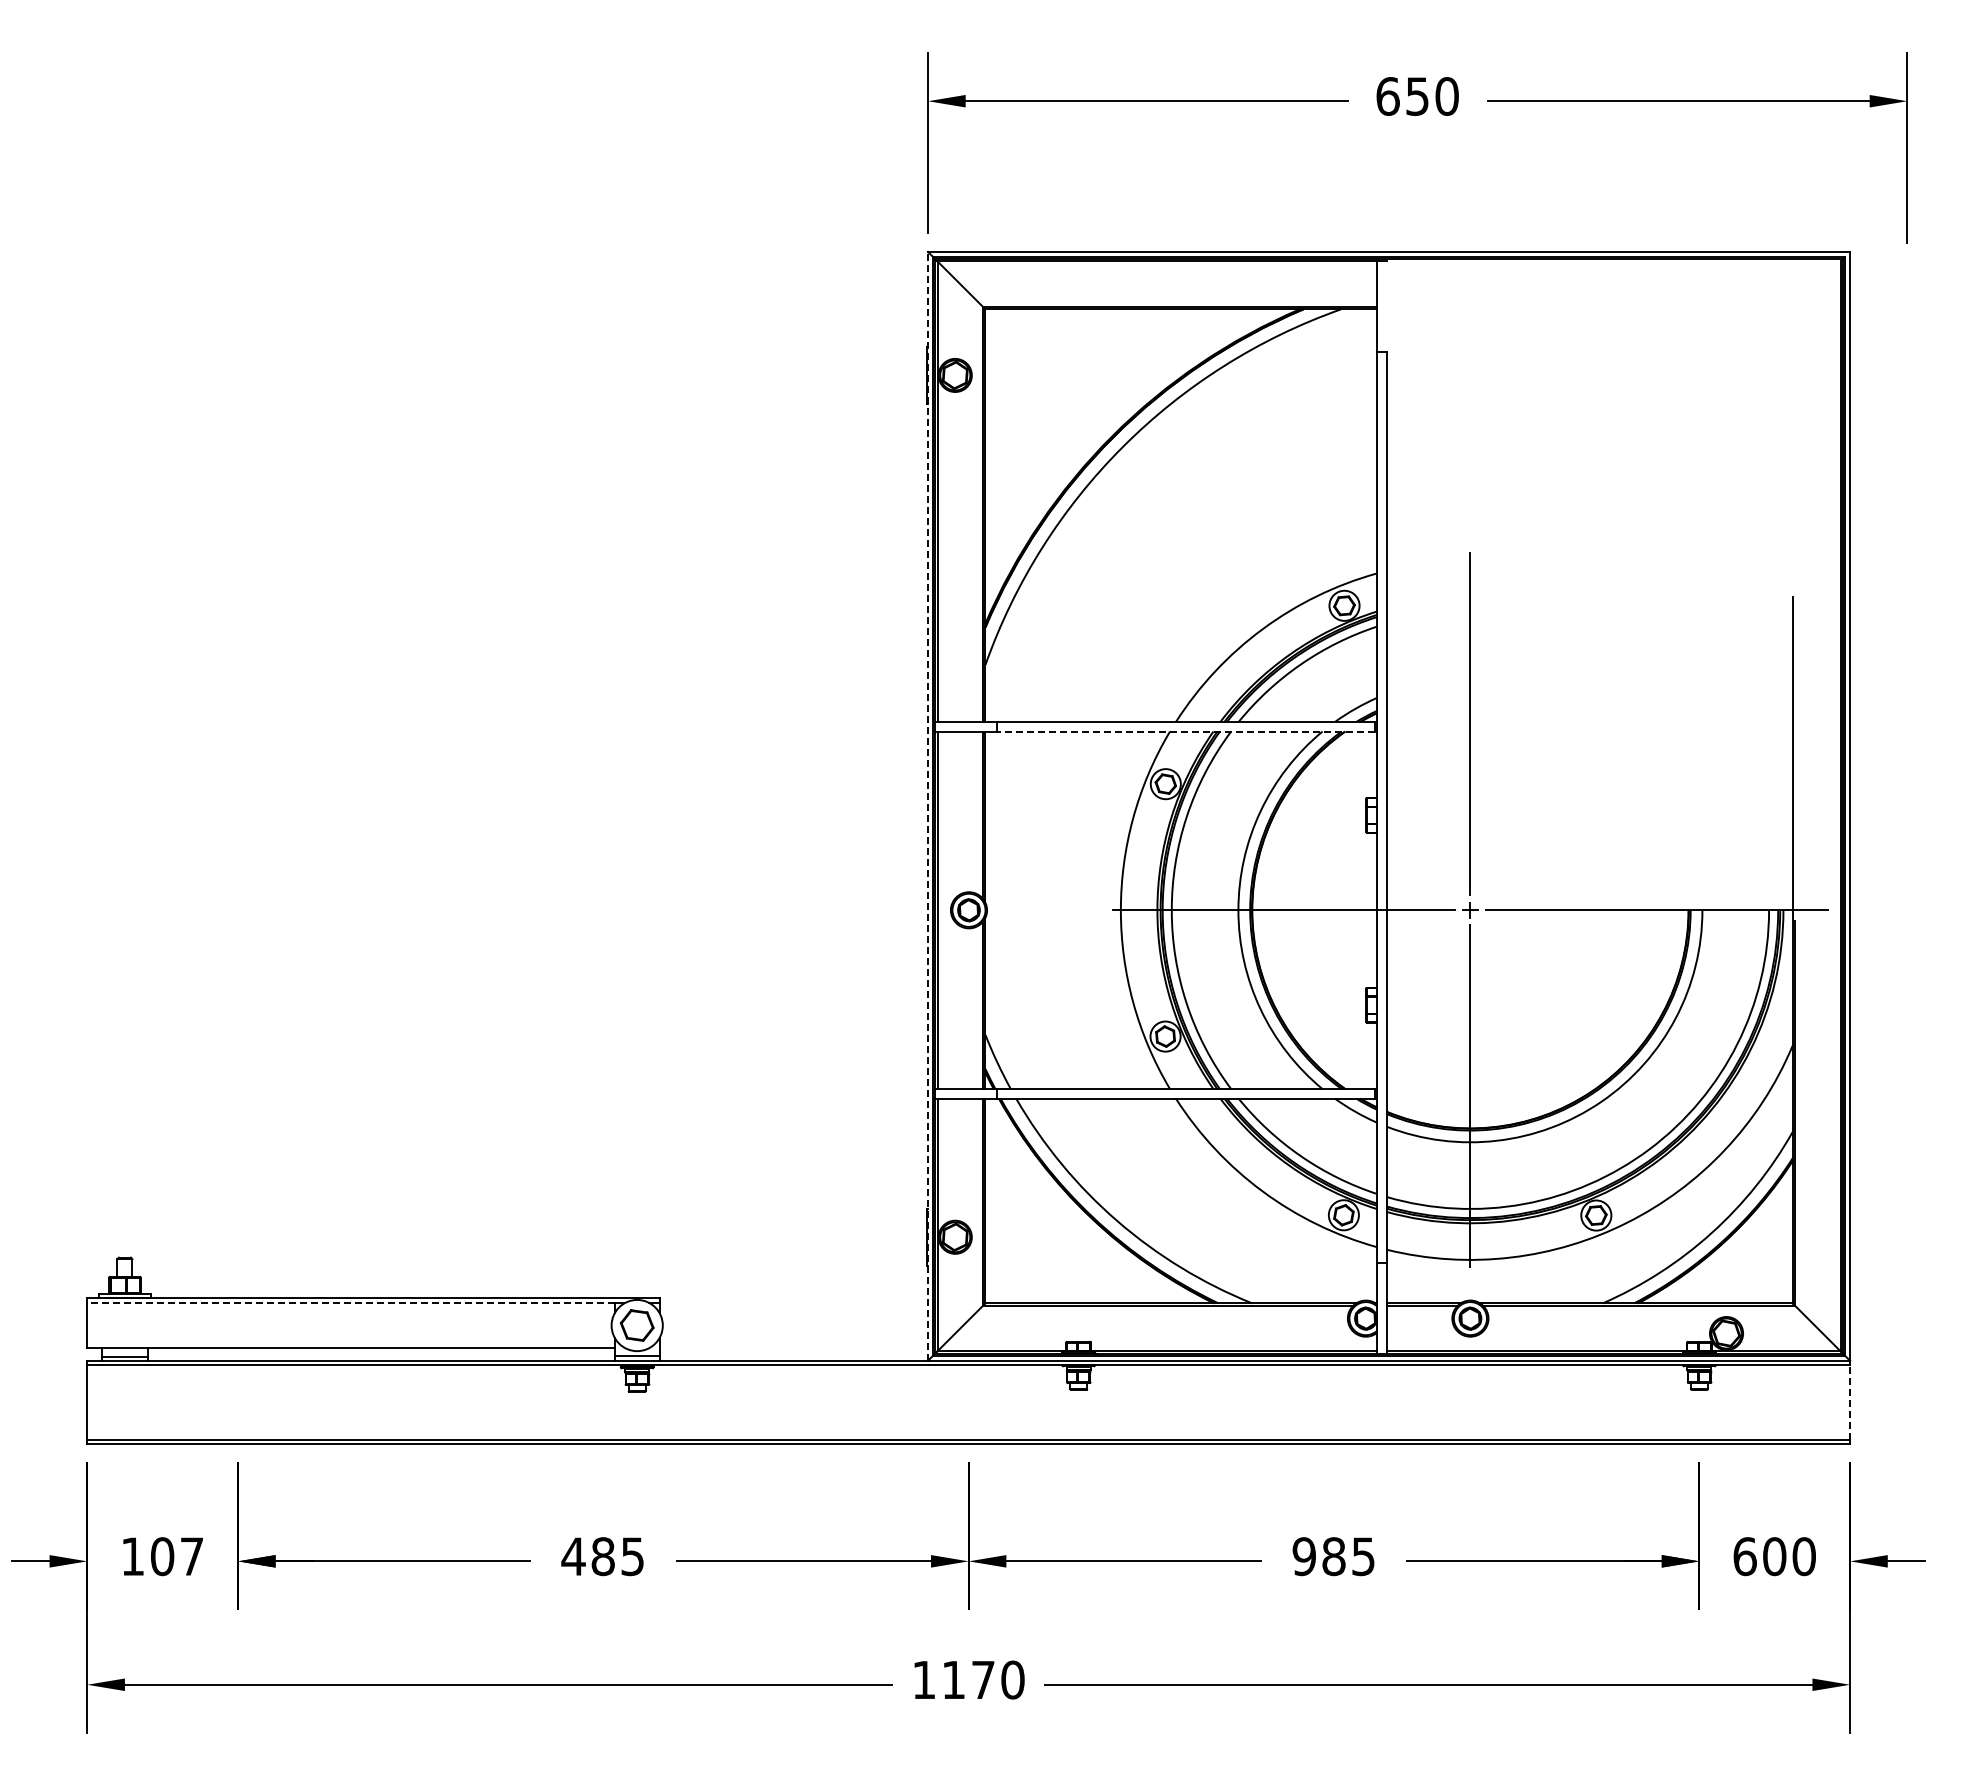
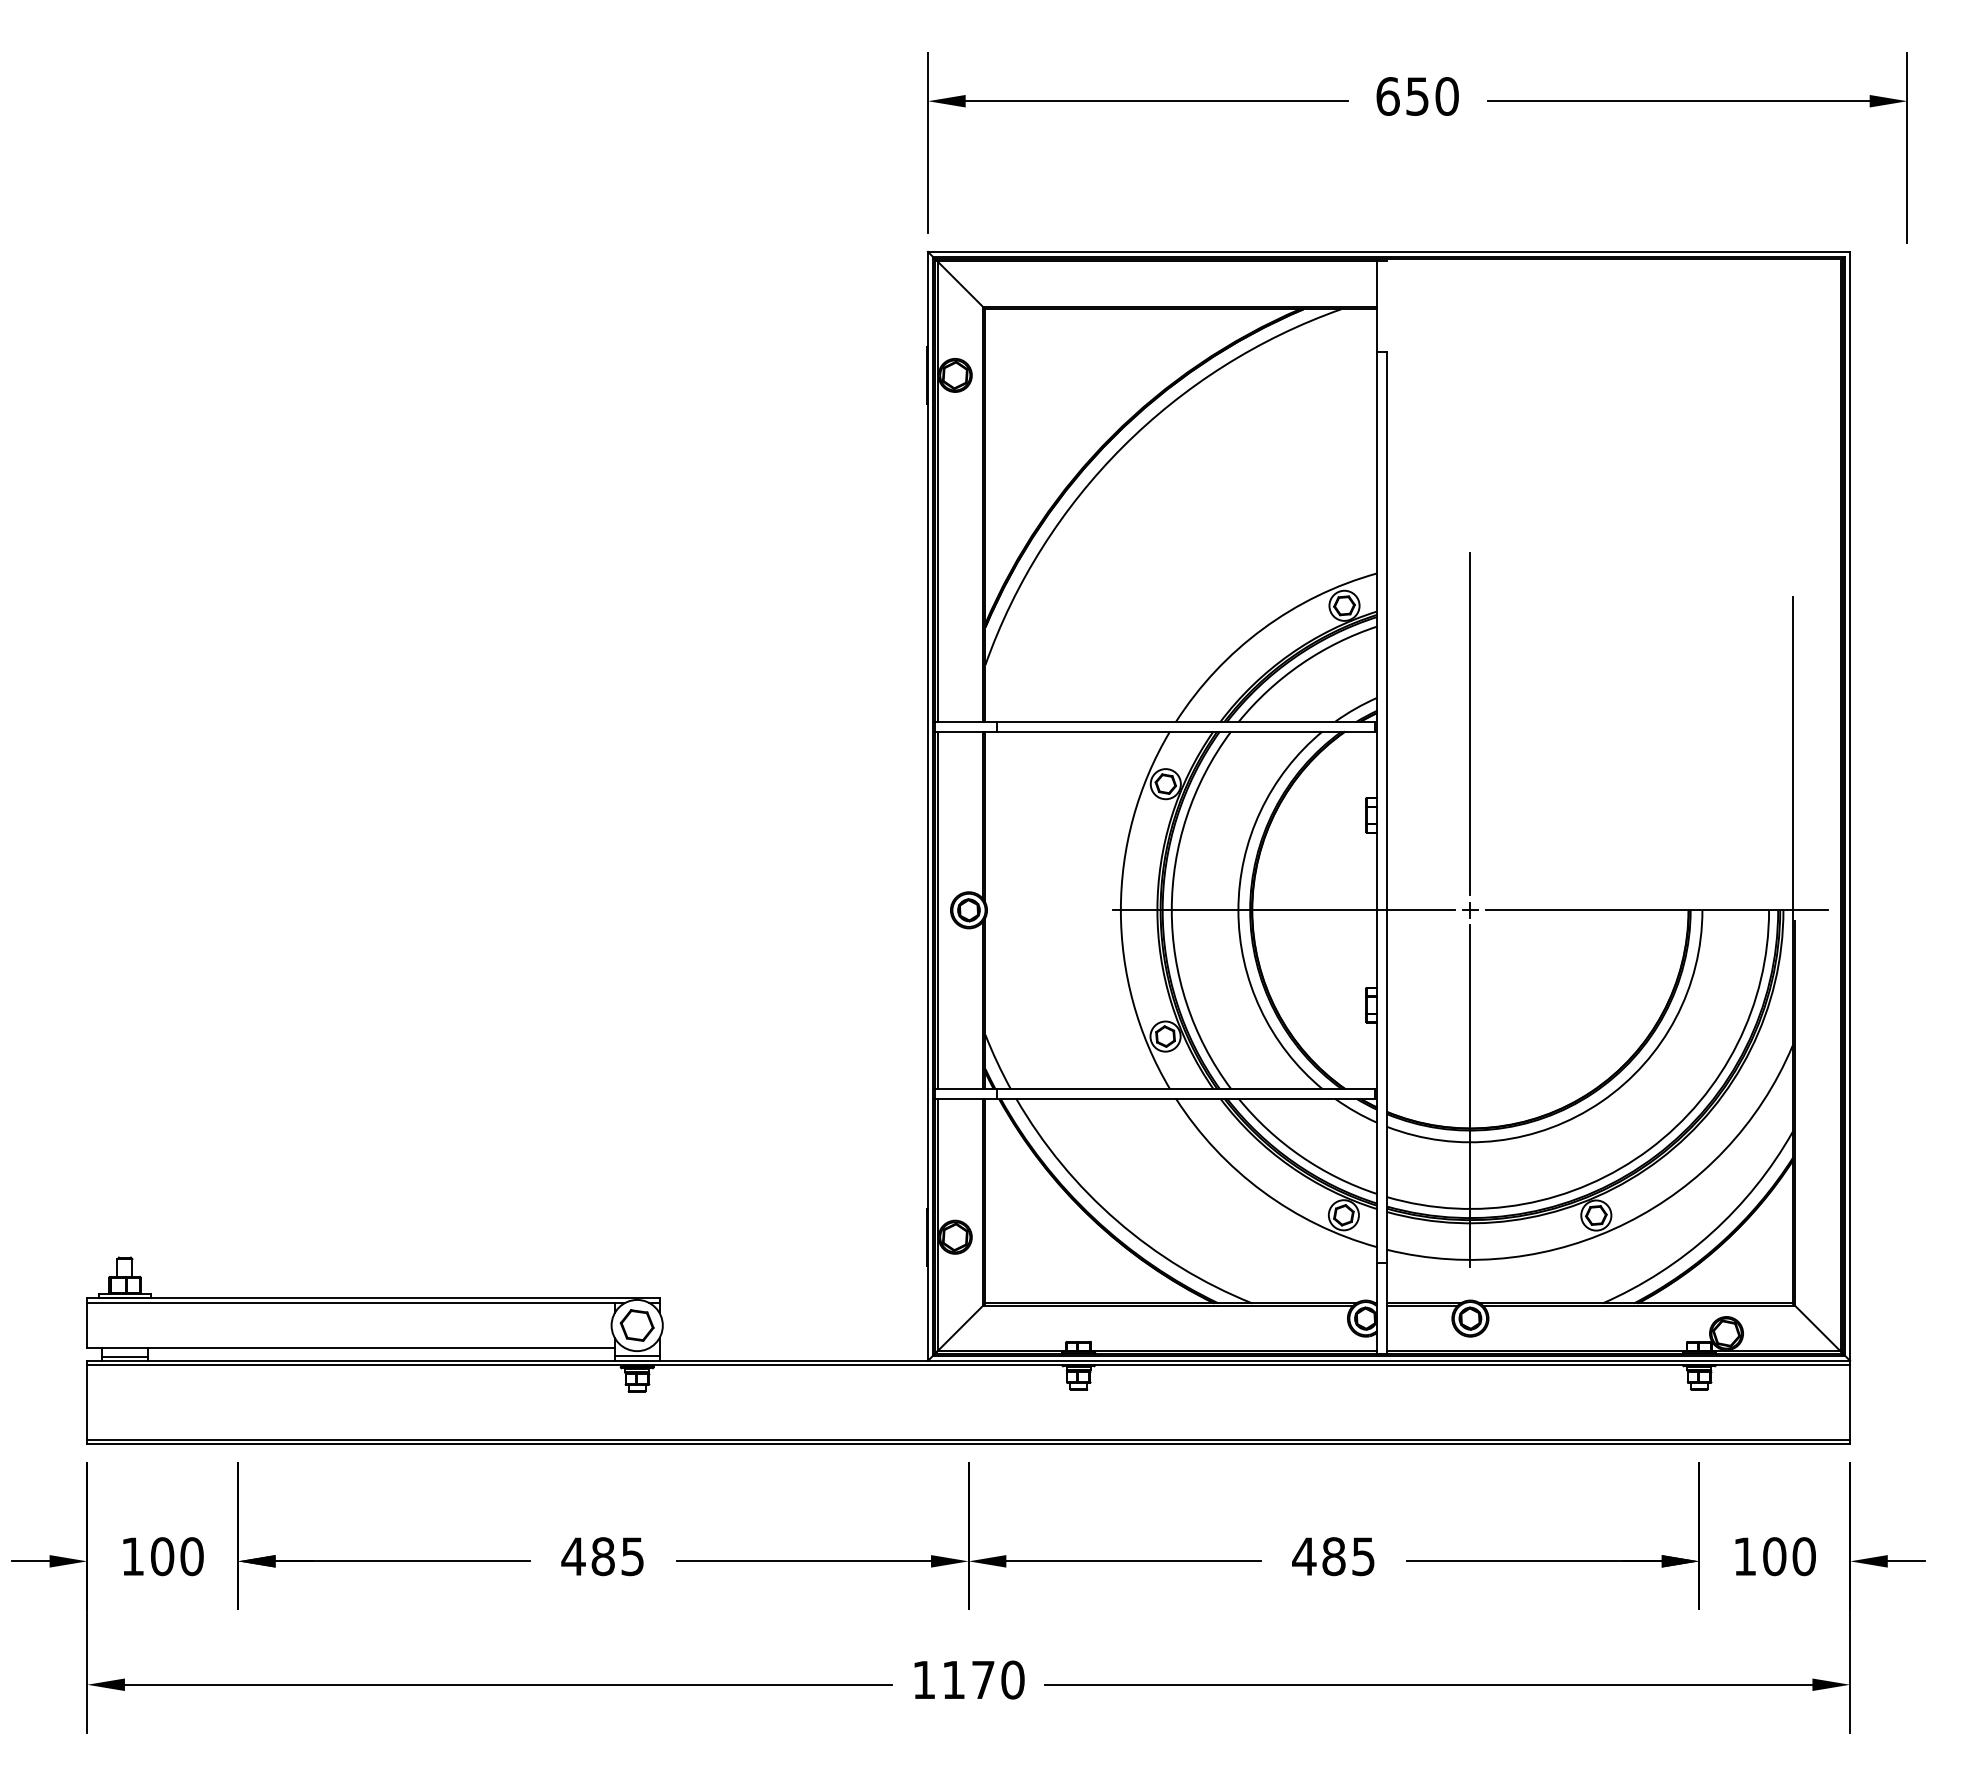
line at (1186, 731): dashed -> solid
line at (928, 805): dashed -> solid
line at (350, 1302): dashed -> solid
line at (1850, 1402): dashed -> solid
text at (191, 1556): 107 -> 100
text at (1304, 1556): 985 -> 485
text at (1744, 1556): 600 -> 100
